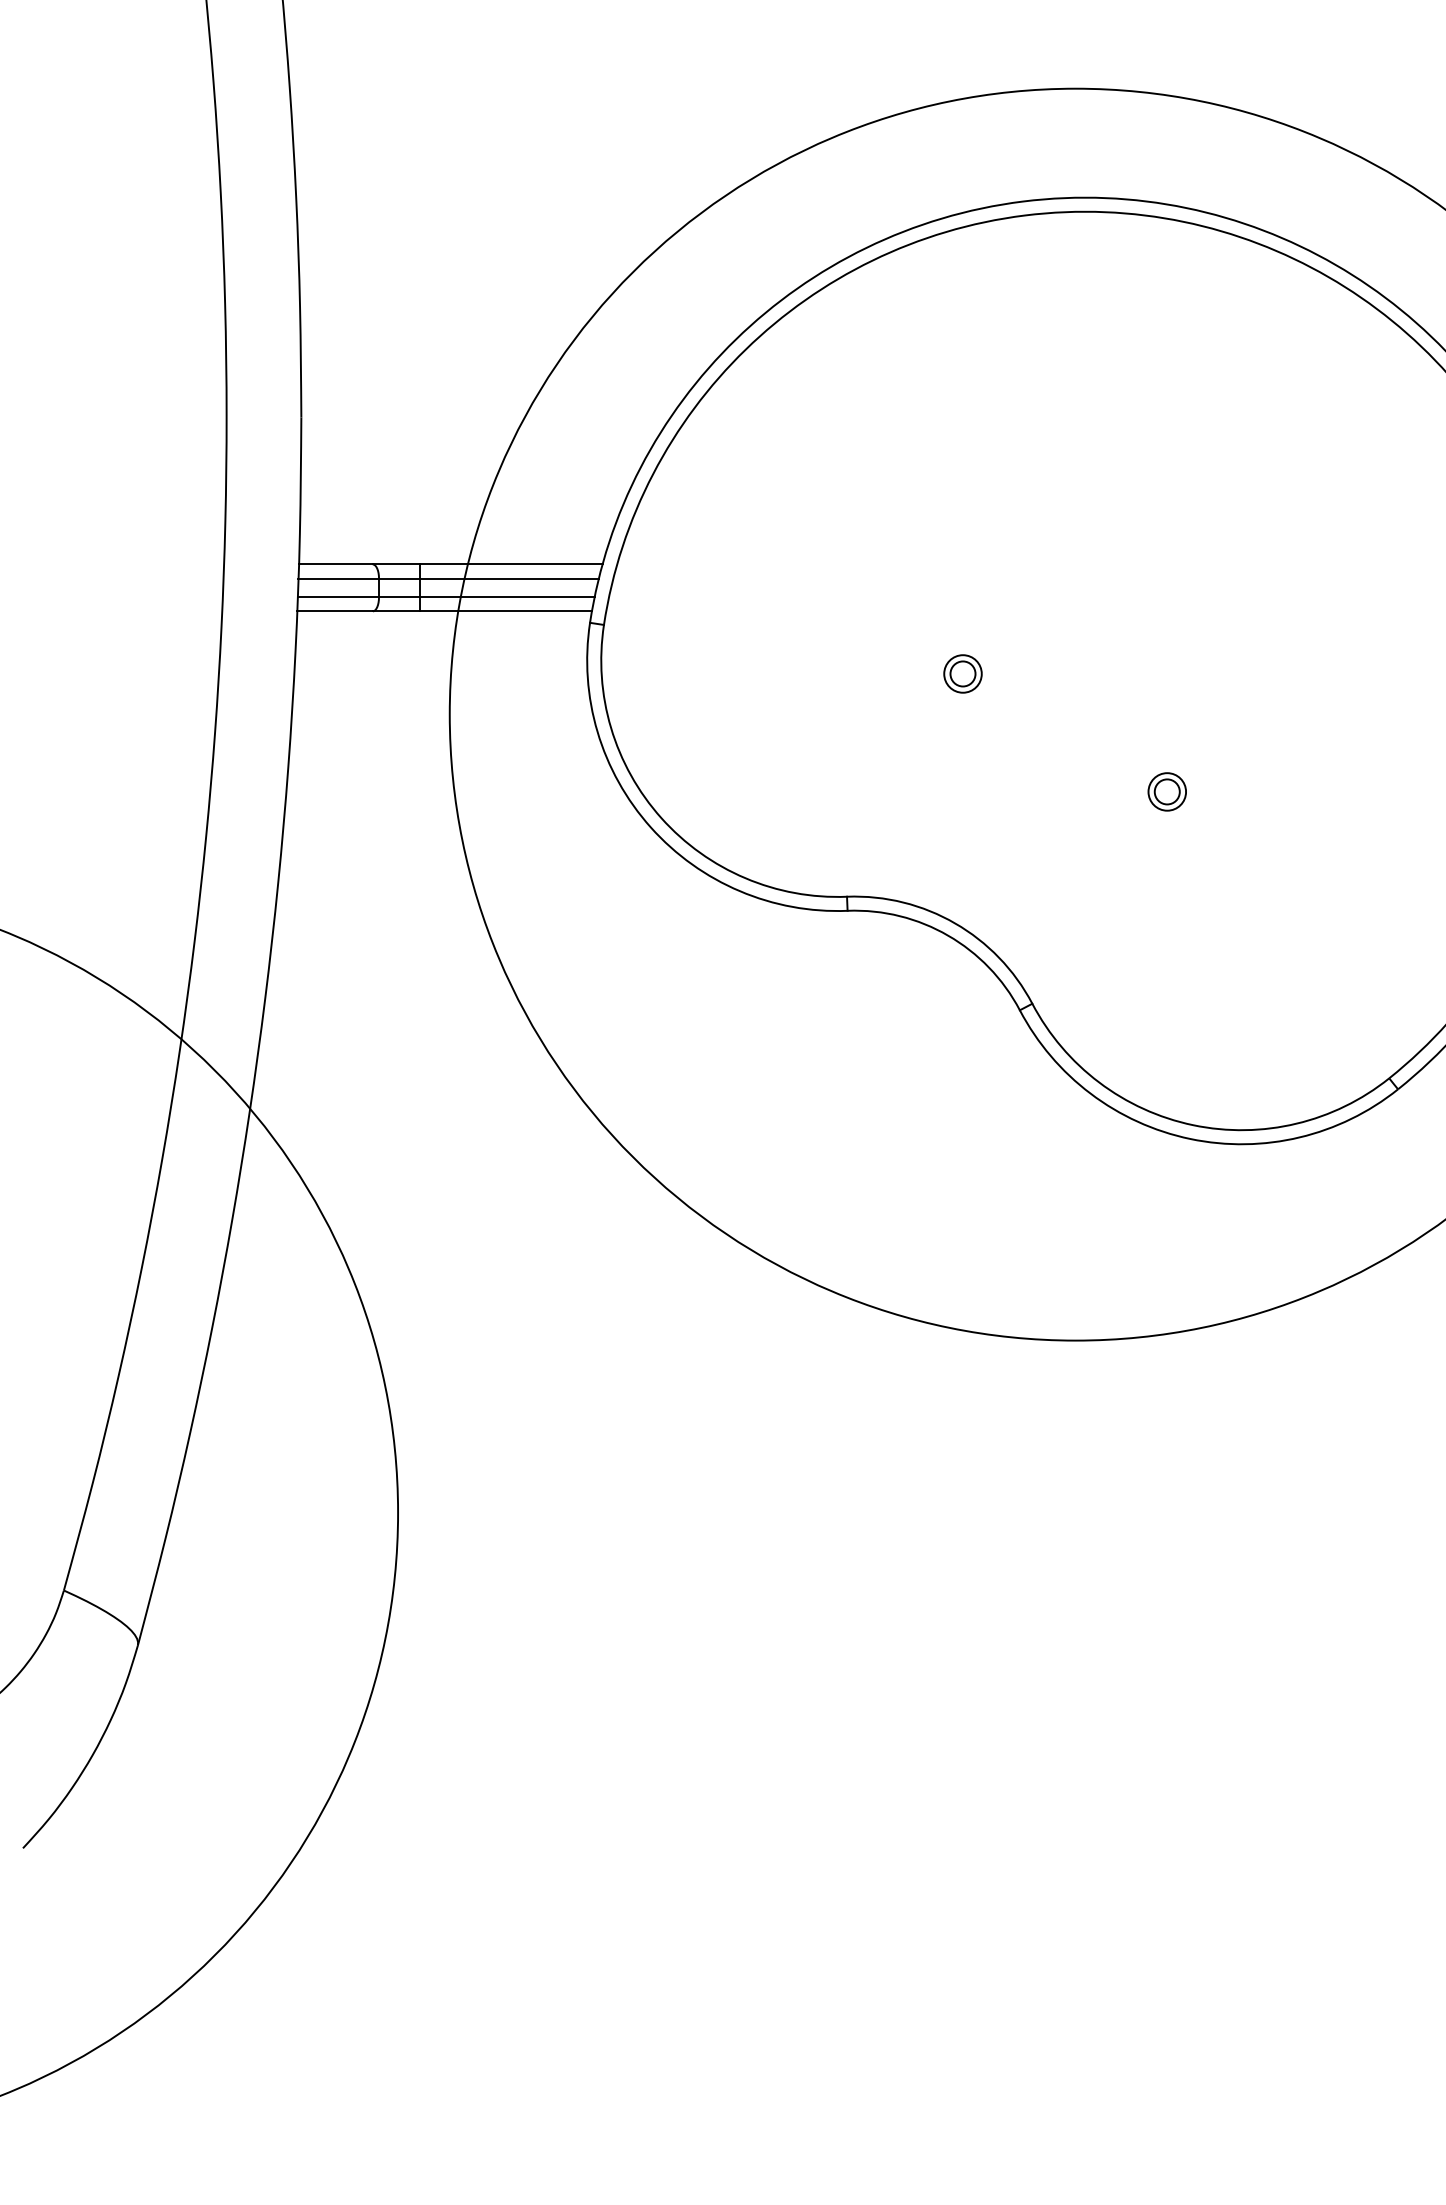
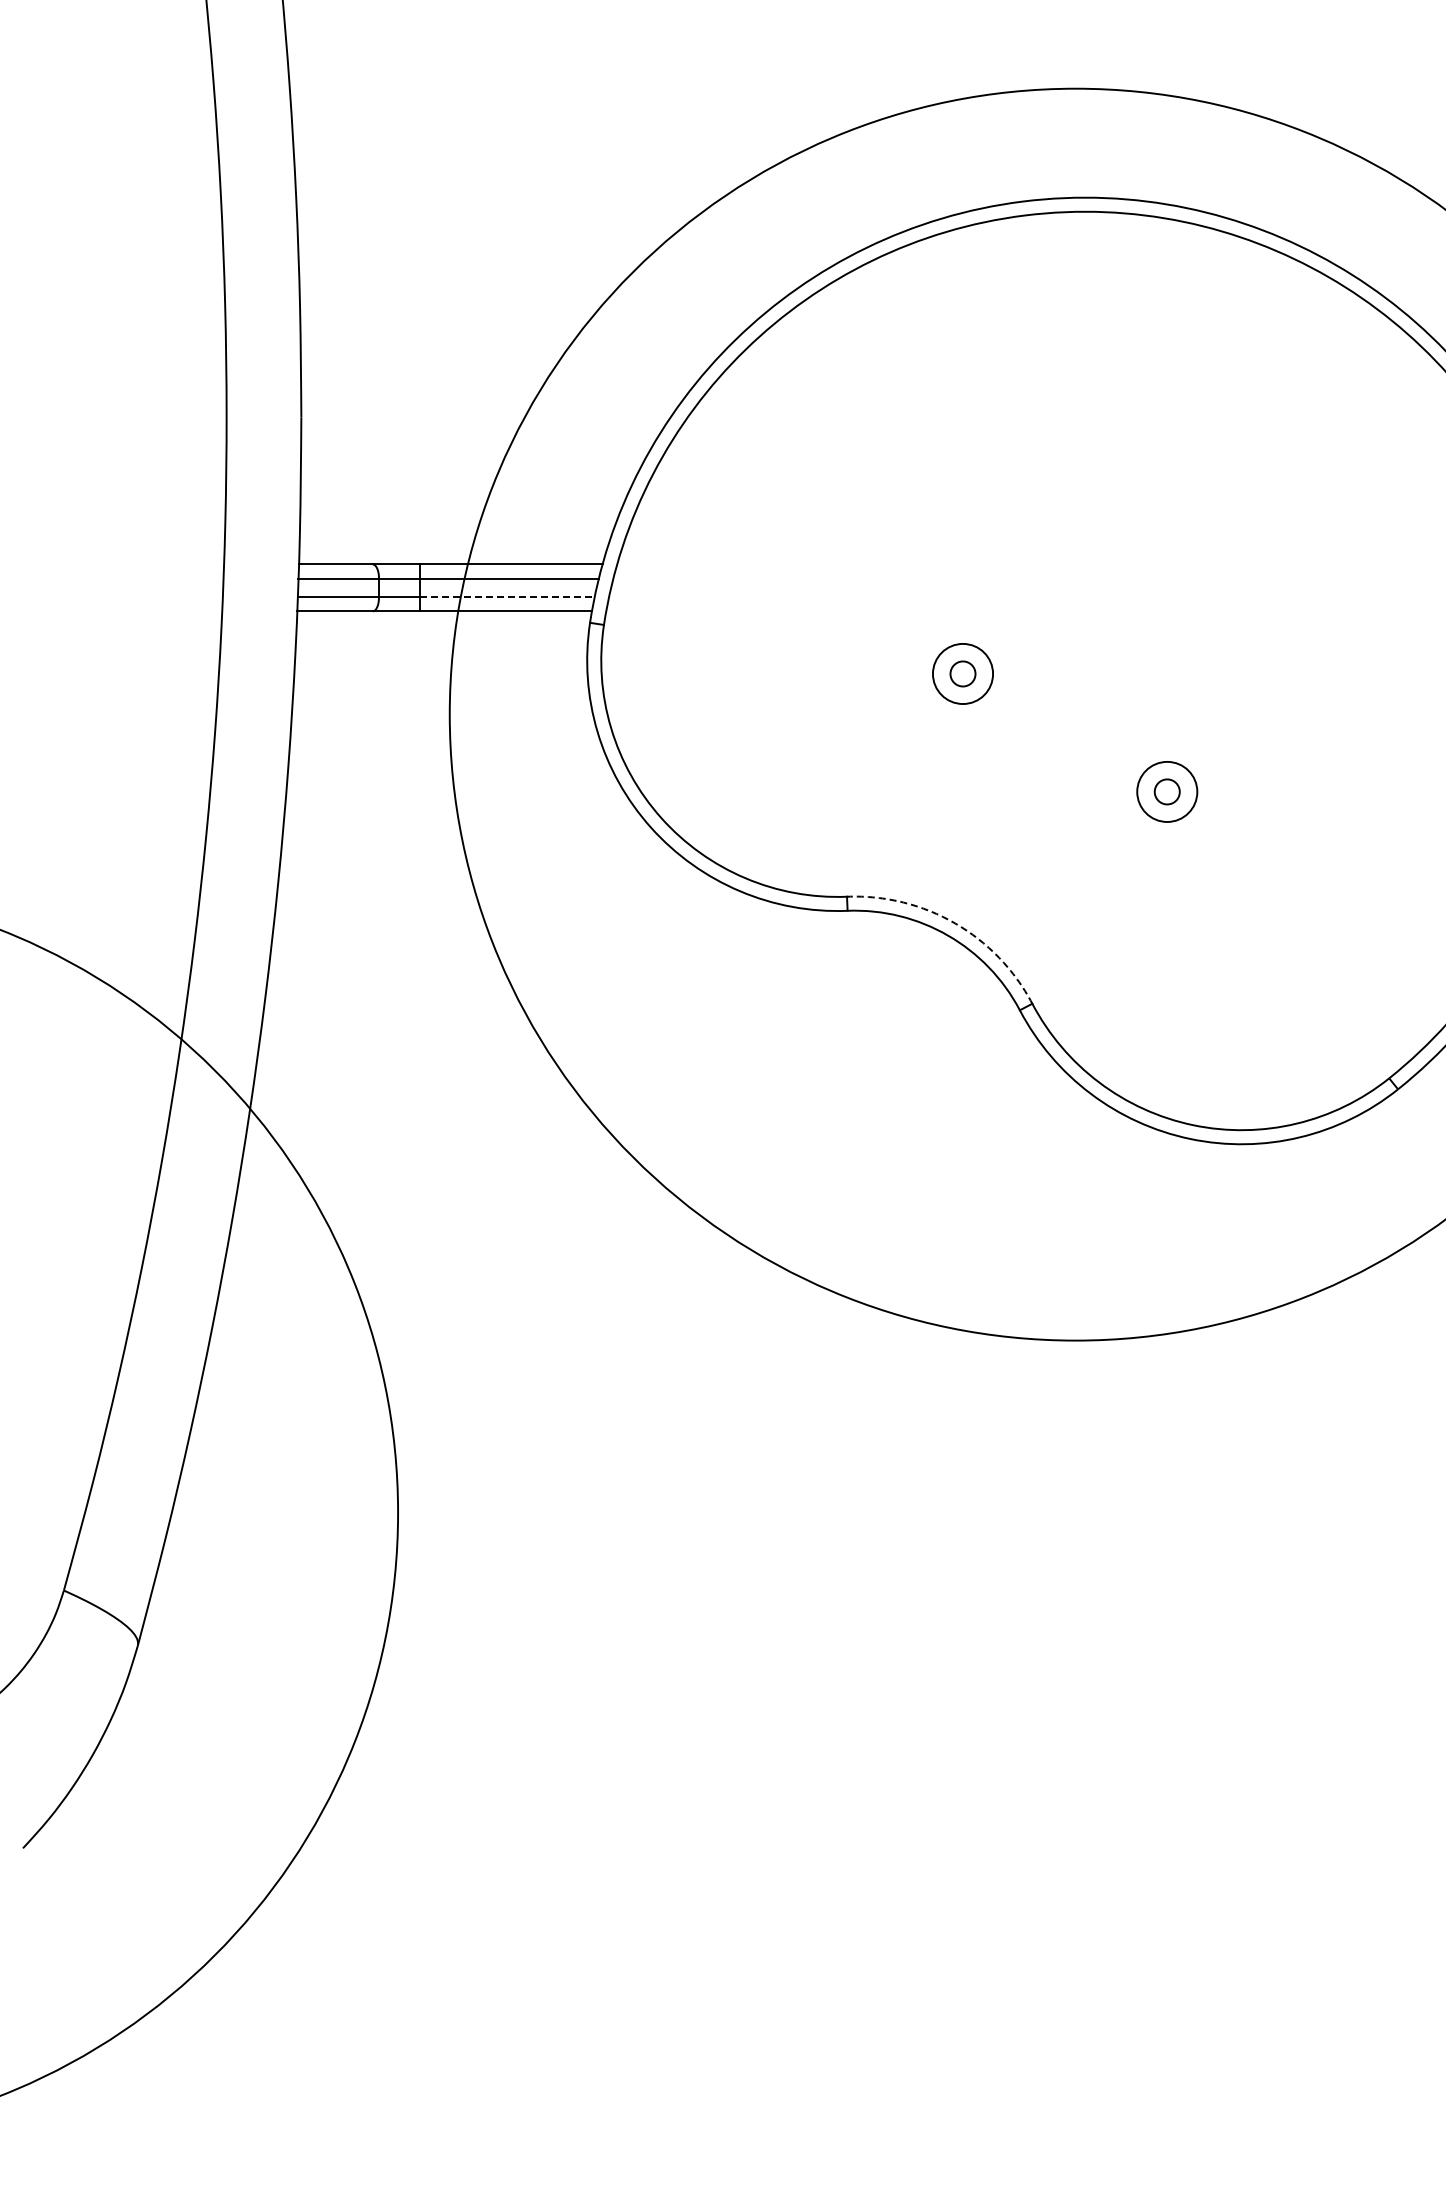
line at (507, 597): solid -> dashed
circle at (962, 673) diameter: 38 px -> 60 px
circle at (1167, 791) diameter: 38 px -> 60 px
arc at (955, 923): solid -> dashed
